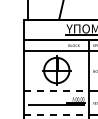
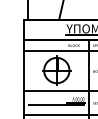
line at (57, 90): dashed -> solid
line at (57, 114): dashed -> solid
